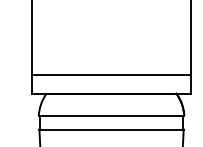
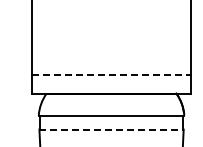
line at (112, 74): solid -> dashed
line at (112, 129): solid -> dashed
